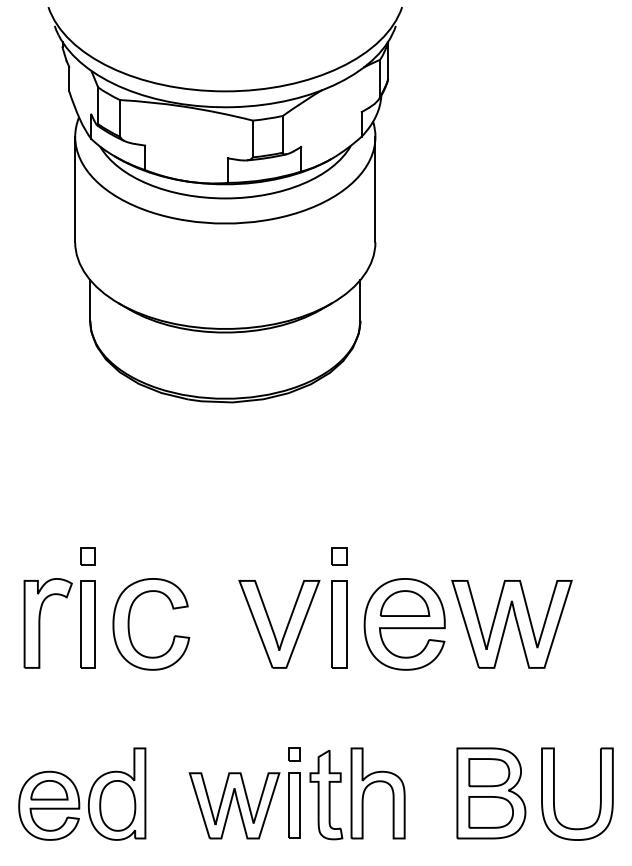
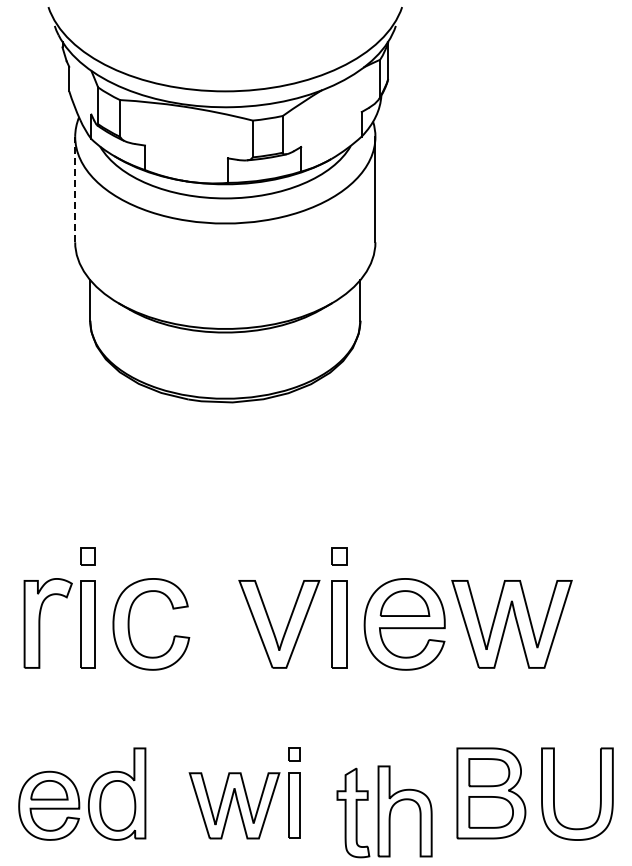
line at (75, 189): solid -> dashed
part at (357, 793) position: (357, 793) -> (384, 811)
